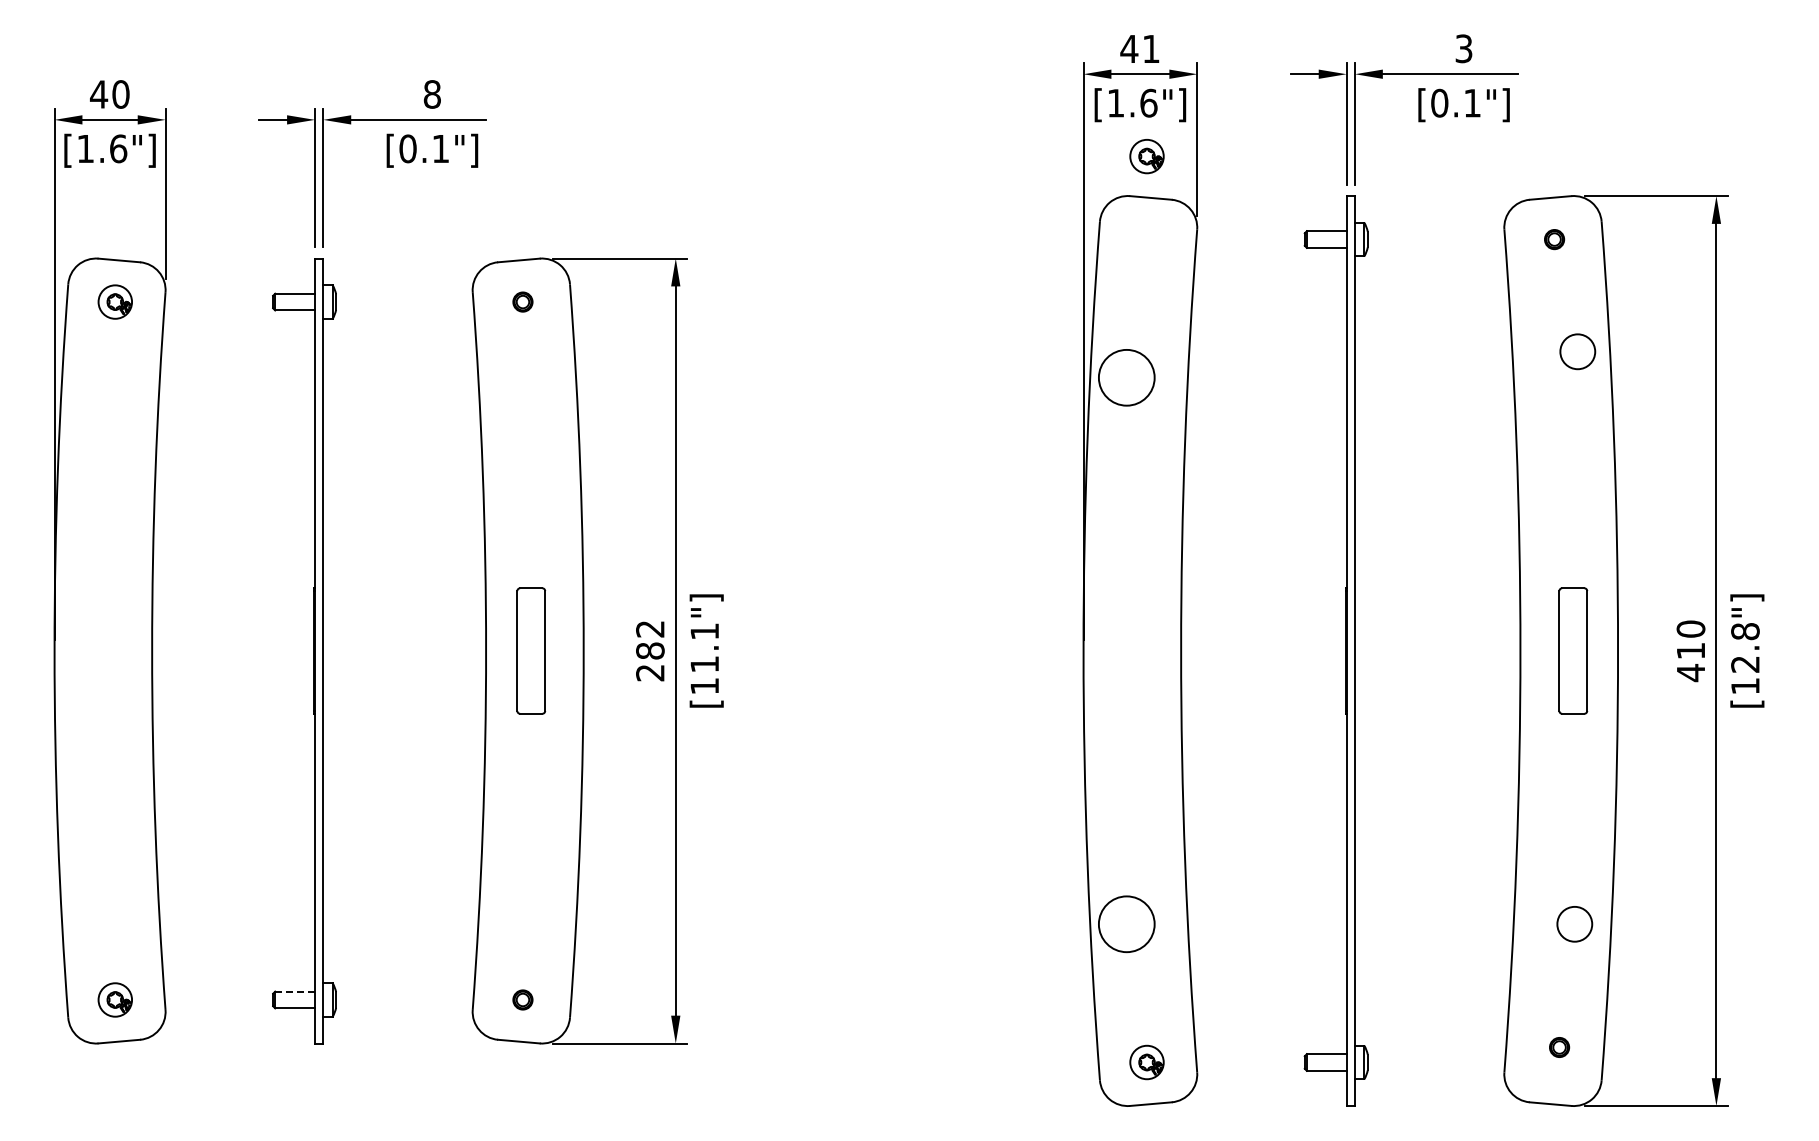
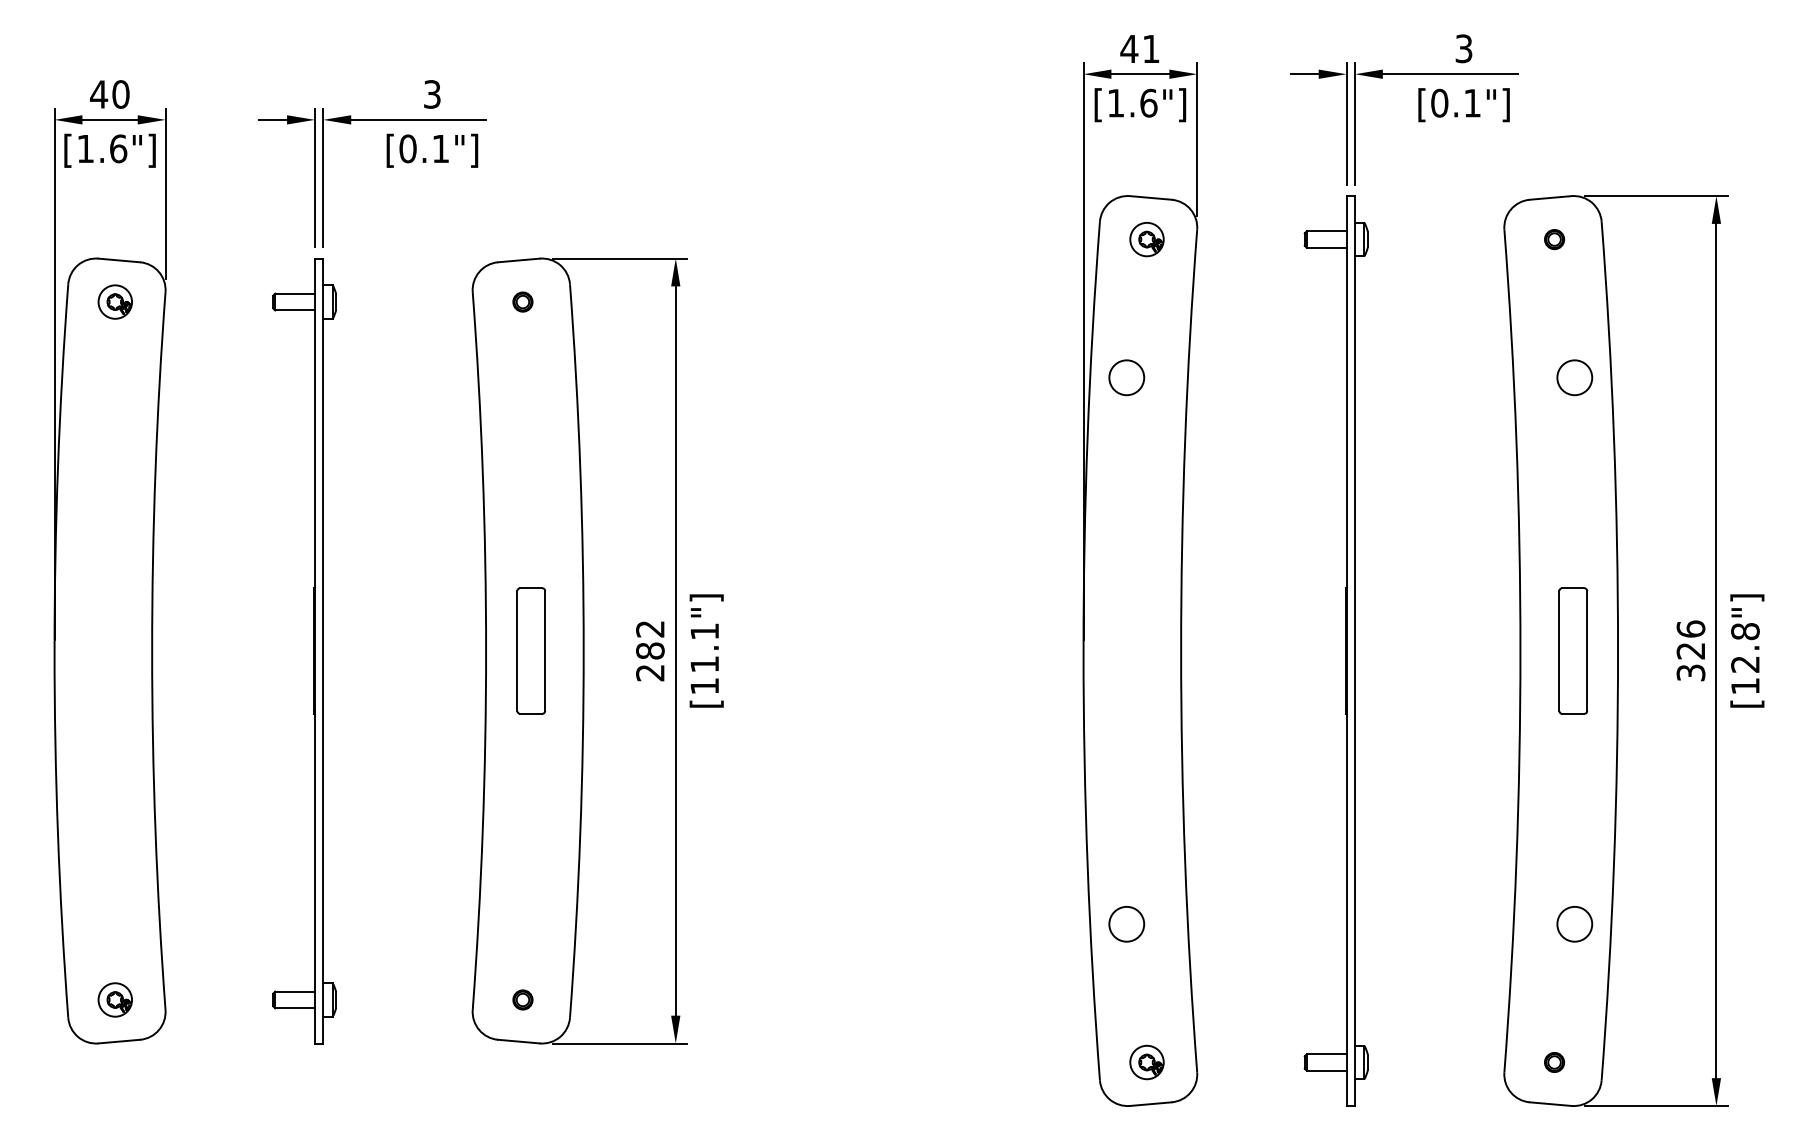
text at (431, 94): 8 -> 3
part at (1146, 156) position: (1146, 156) -> (1146, 239)
circle at (1577, 351) position: (1577, 351) -> (1574, 377)
circle at (1126, 377) diameter: 56 px -> 35 px
text at (1690, 651): 410 -> 326
circle at (1126, 924) diameter: 56 px -> 35 px
line at (295, 991): dashed -> solid
part at (1559, 1047) position: (1559, 1047) -> (1554, 1062)
